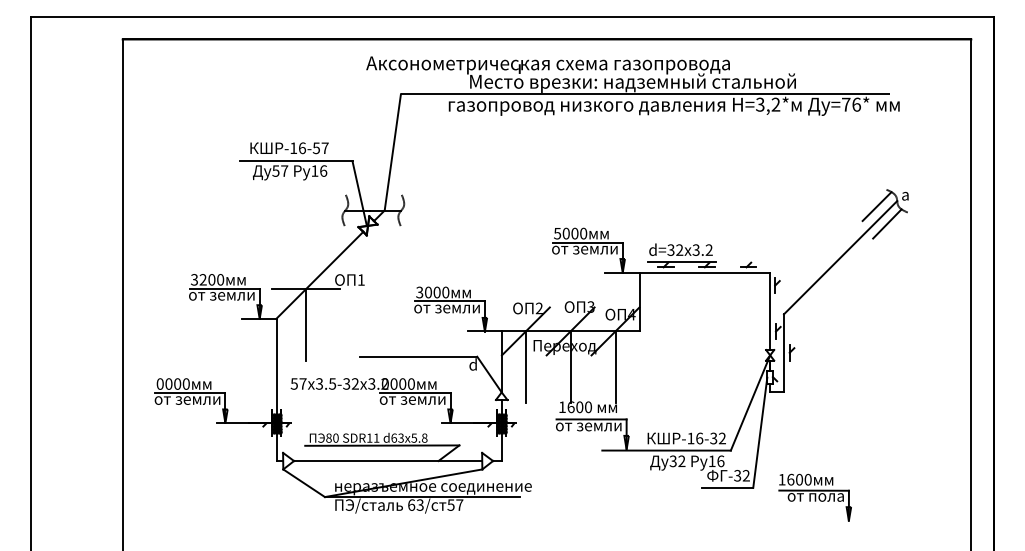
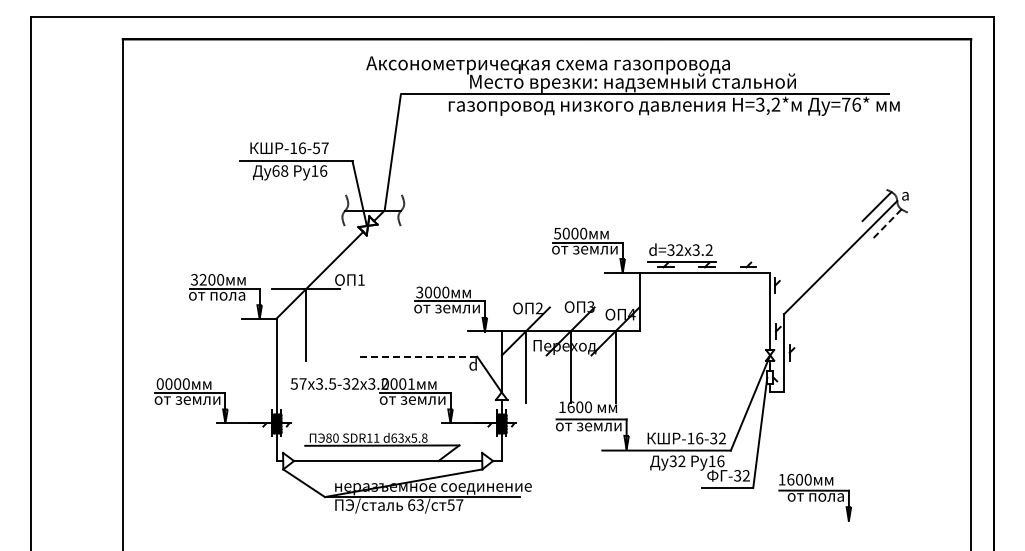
text at (280, 170): 57 -> 68
line at (887, 224): solid -> dashed
text at (232, 296): от земли -> от пола
line at (418, 356): solid -> dashed
text at (411, 383): 0000 -> 0001
